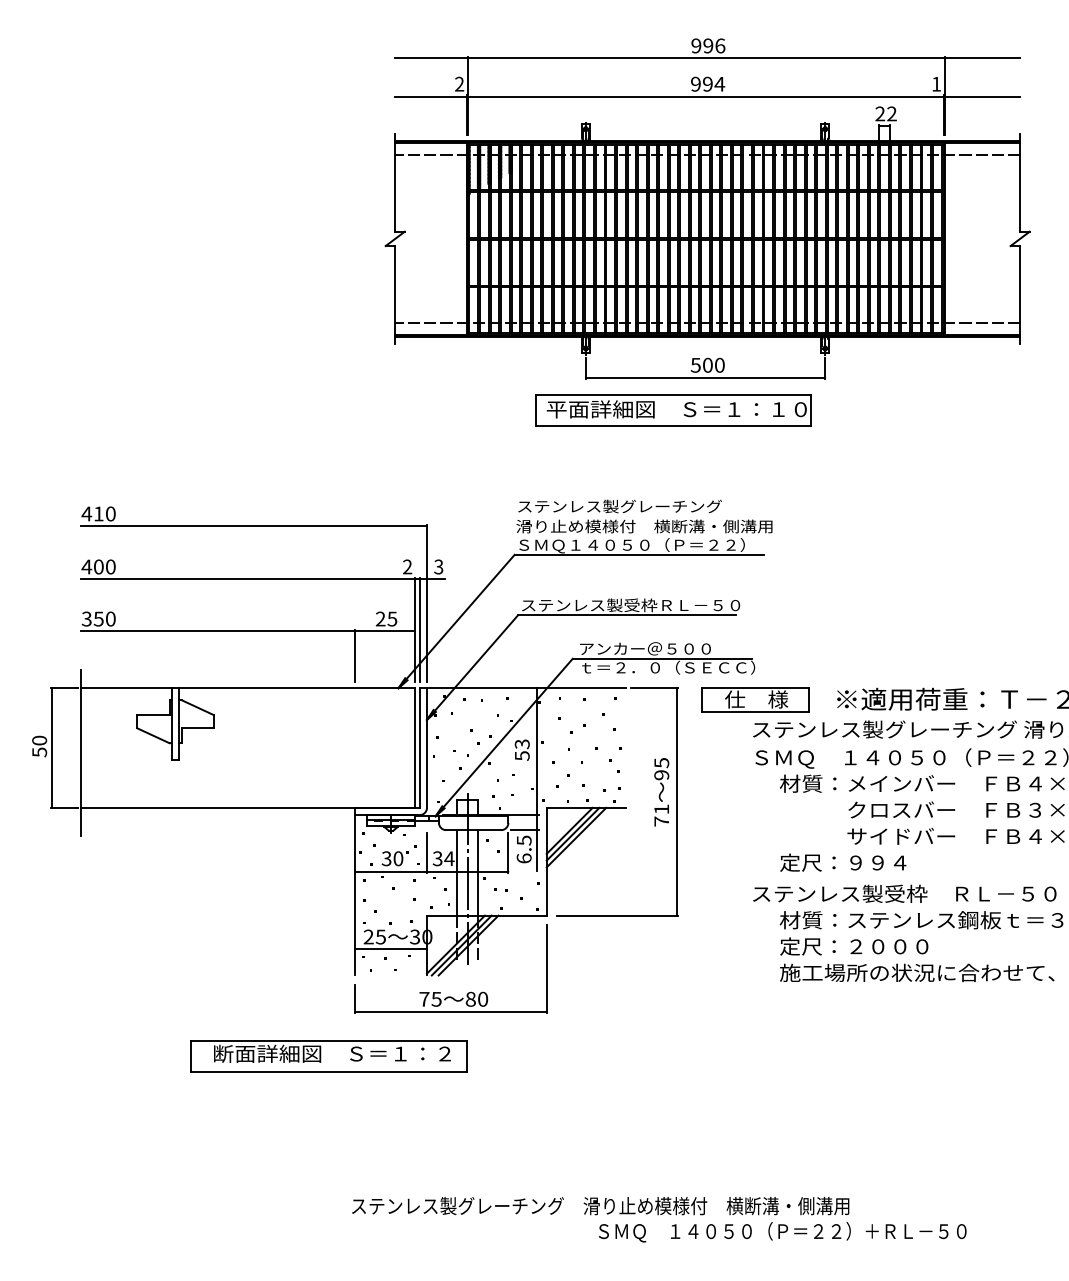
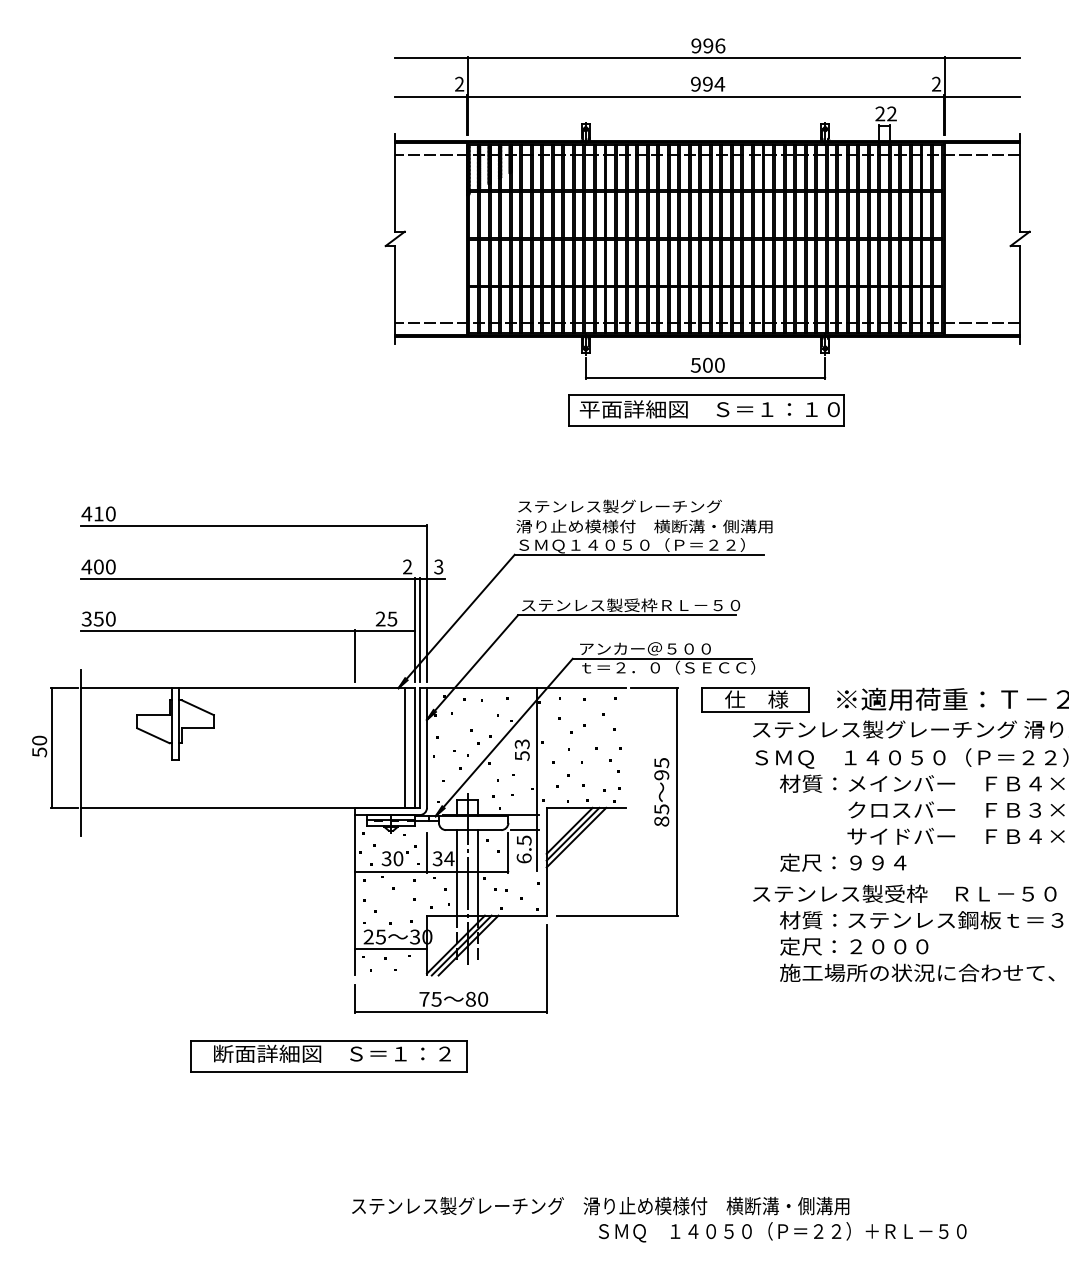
text at (936, 83): 1 -> 2
part at (673, 410) position: (673, 410) -> (706, 410)
line at (405, 747): none -> present
text at (661, 815): 71 -> 85
